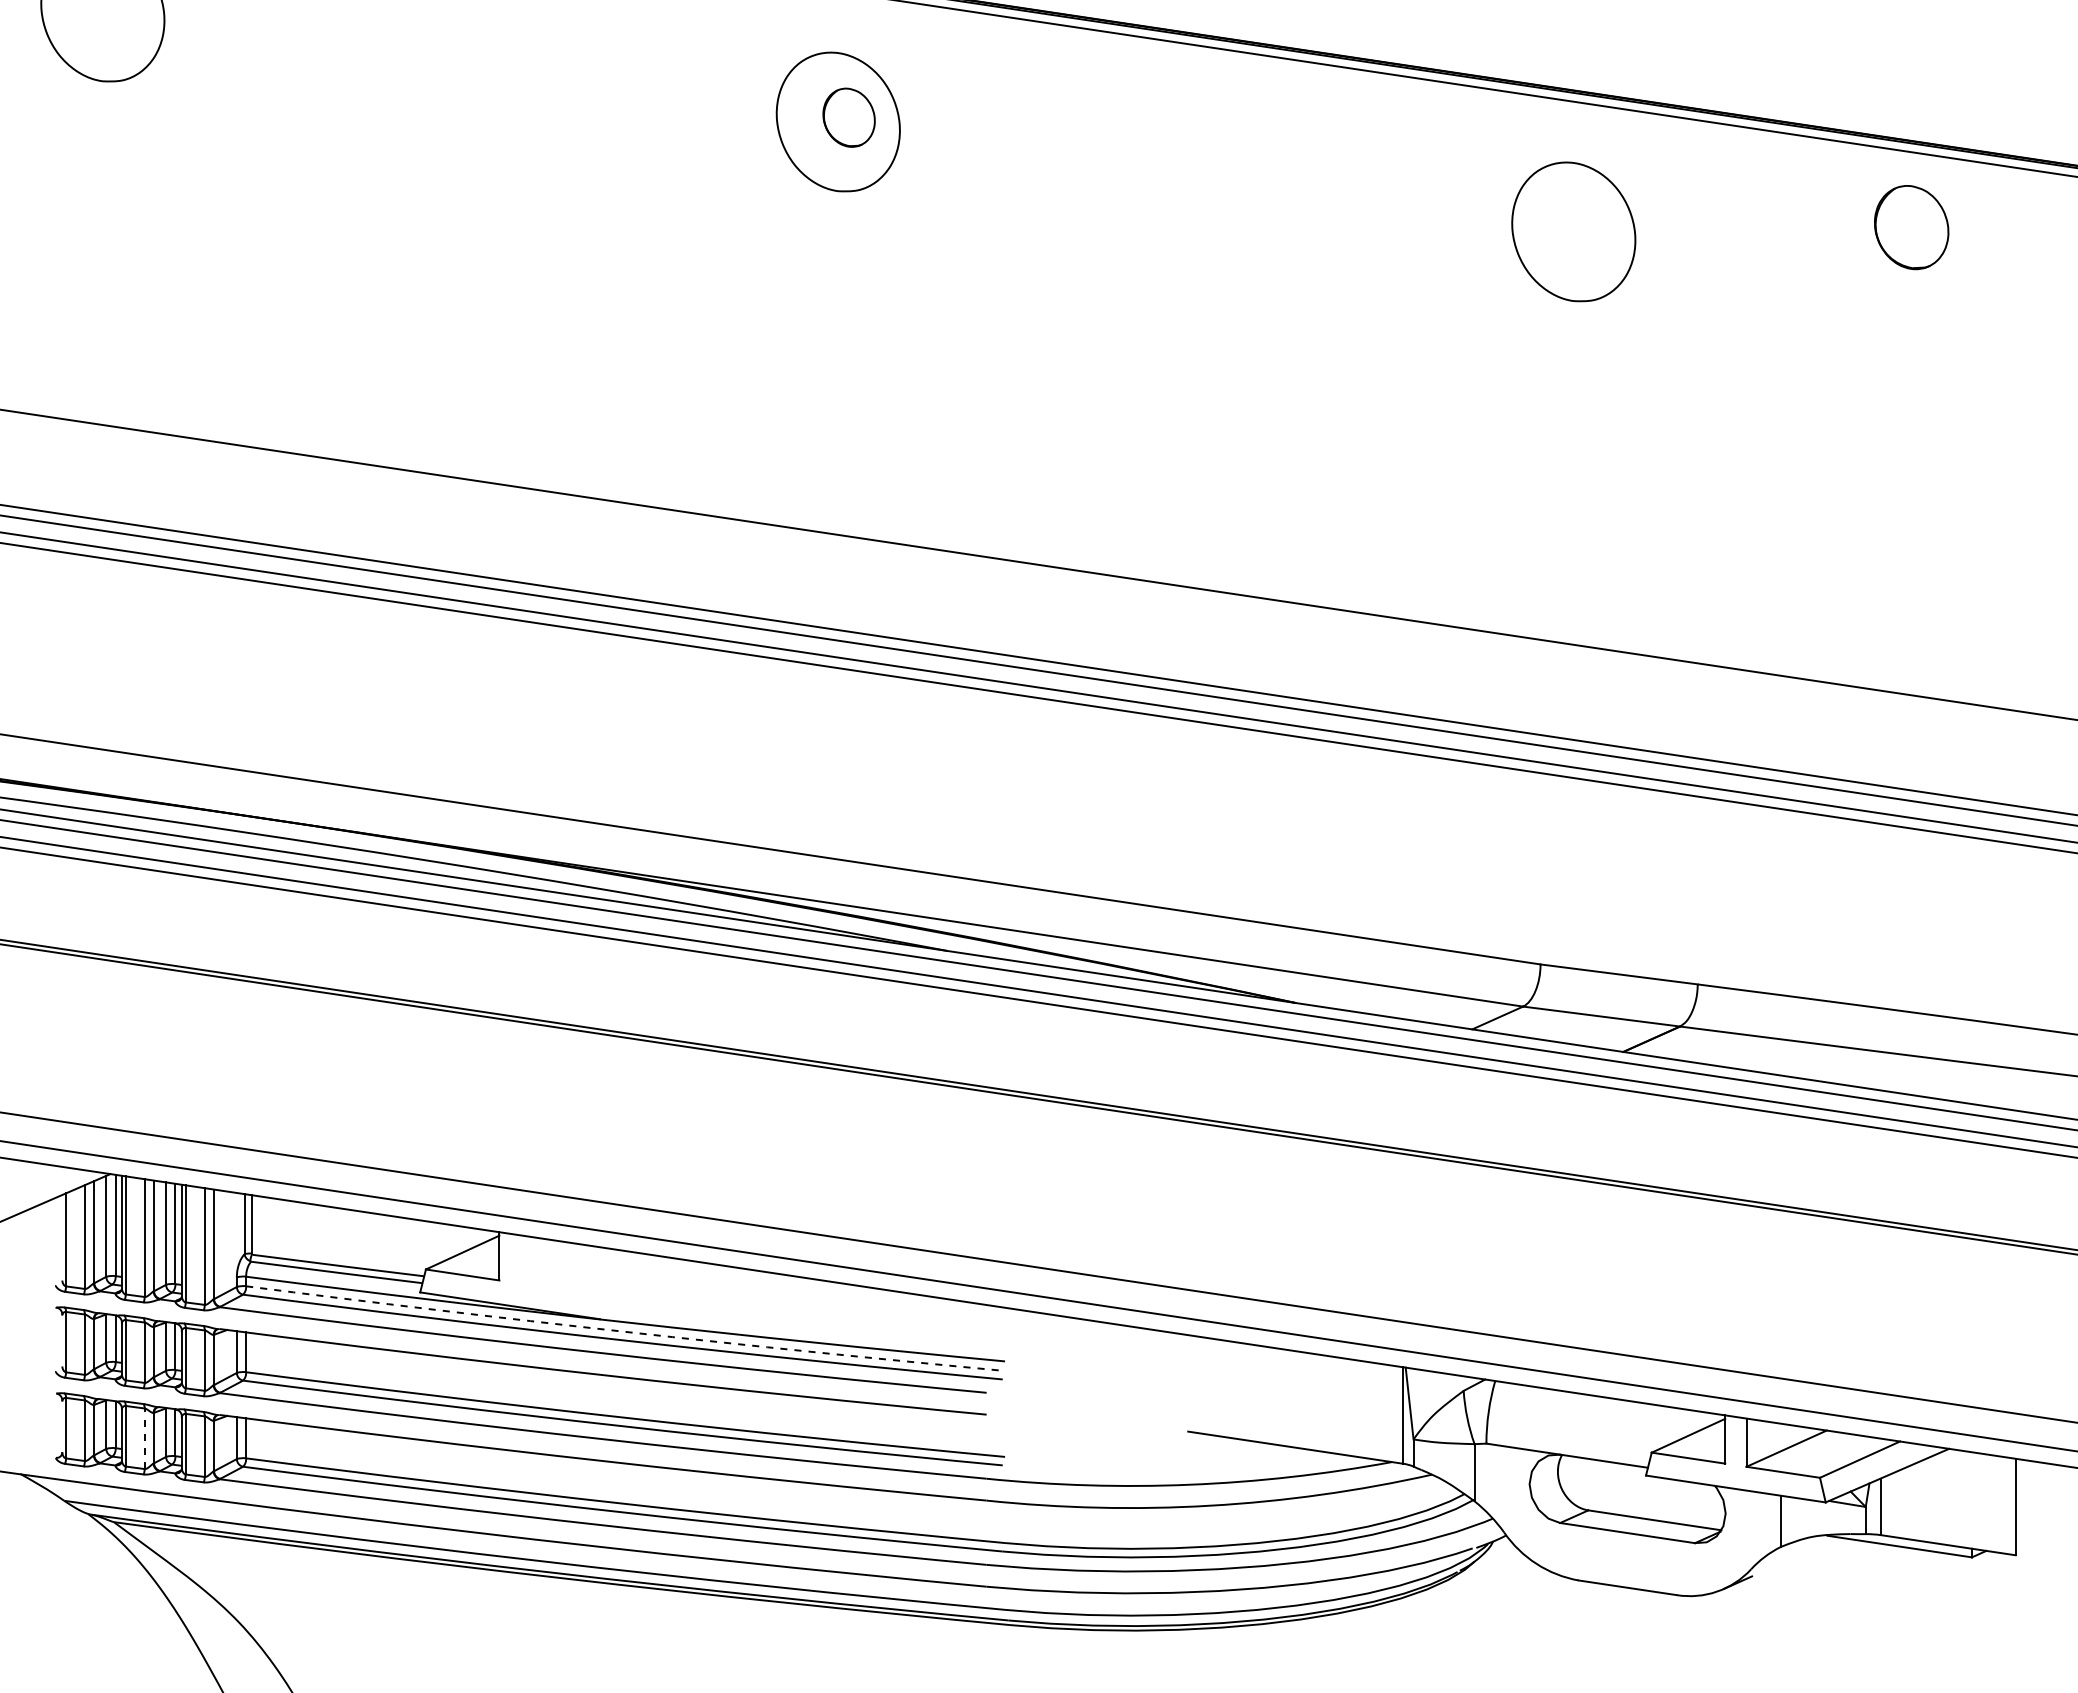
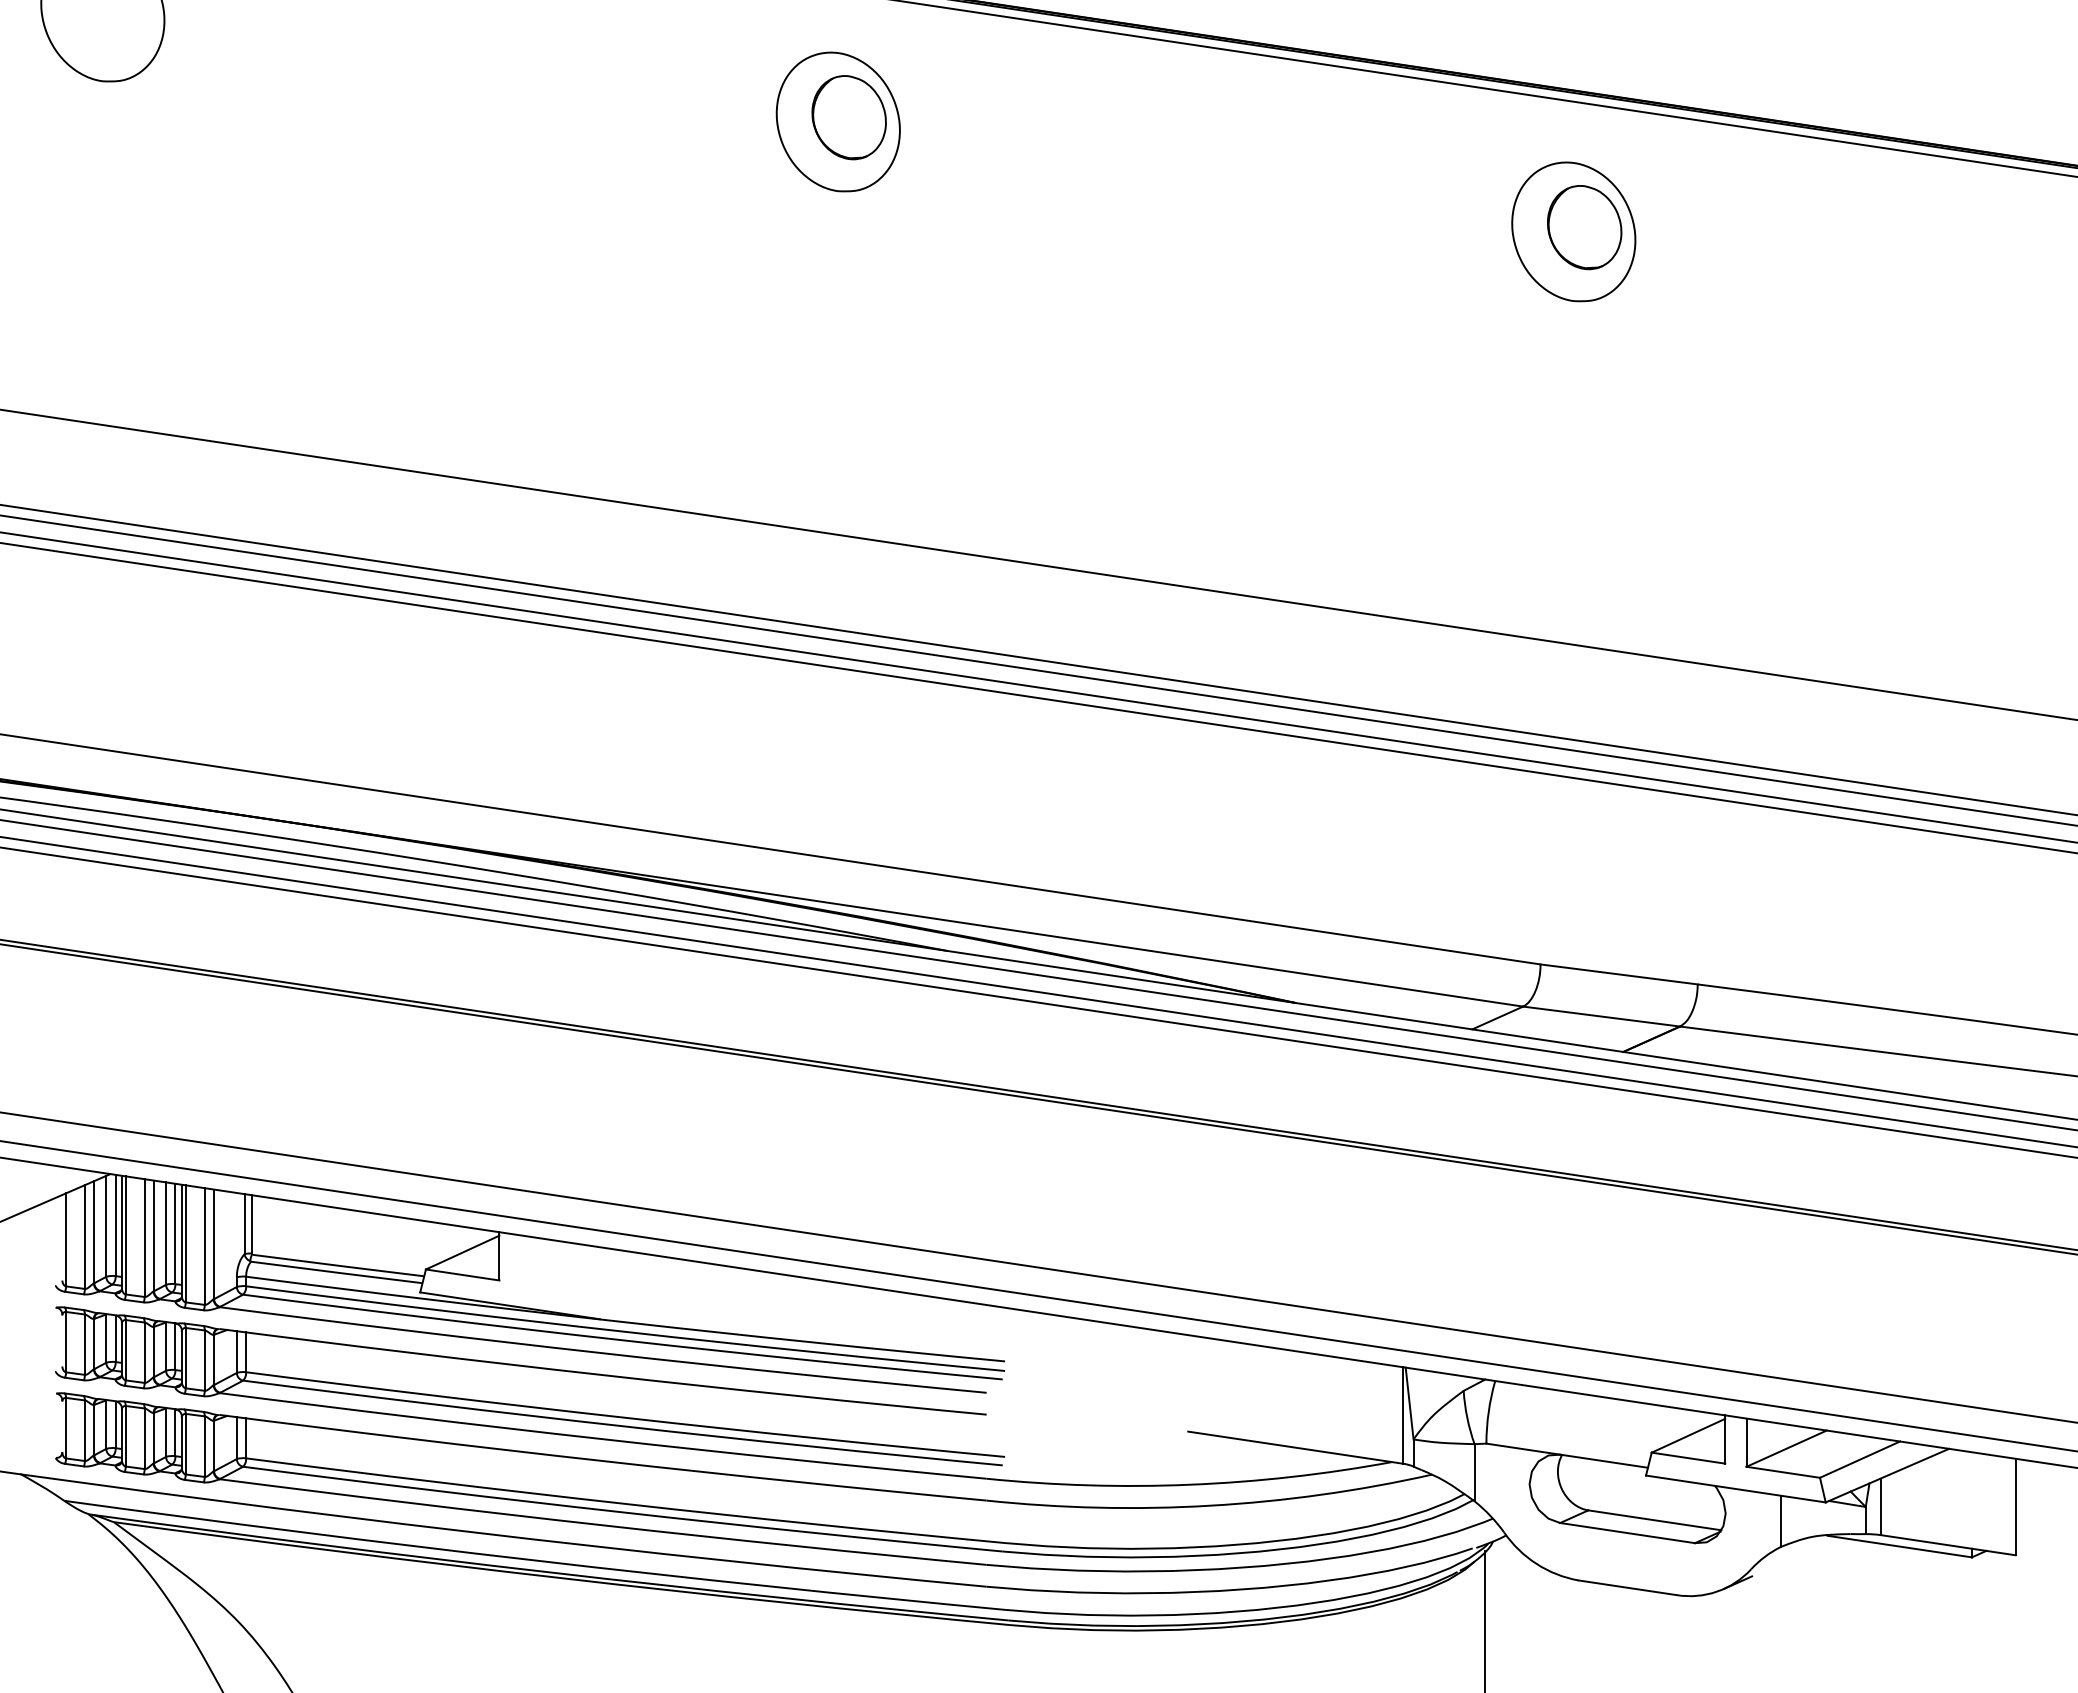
part at (848, 117) size: 54x61 px -> 76x86 px
part at (1911, 227) position: (1911, 227) -> (1584, 227)
arc at (625, 1331): dashed -> solid
line at (144, 1438): dashed -> solid
line at (1485, 1620): none -> present
